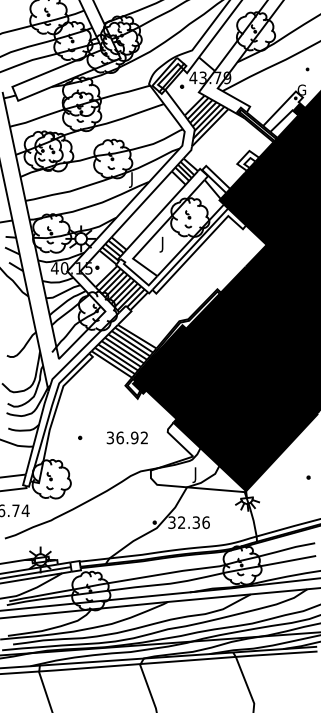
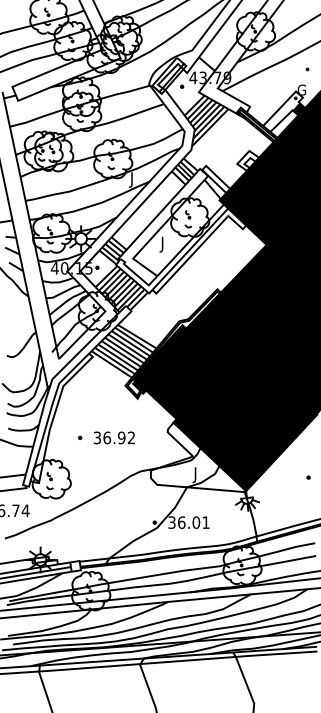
text at (126, 437) position: (126, 437) -> (113, 437)
text at (193, 522): 32.36 -> 36.01
